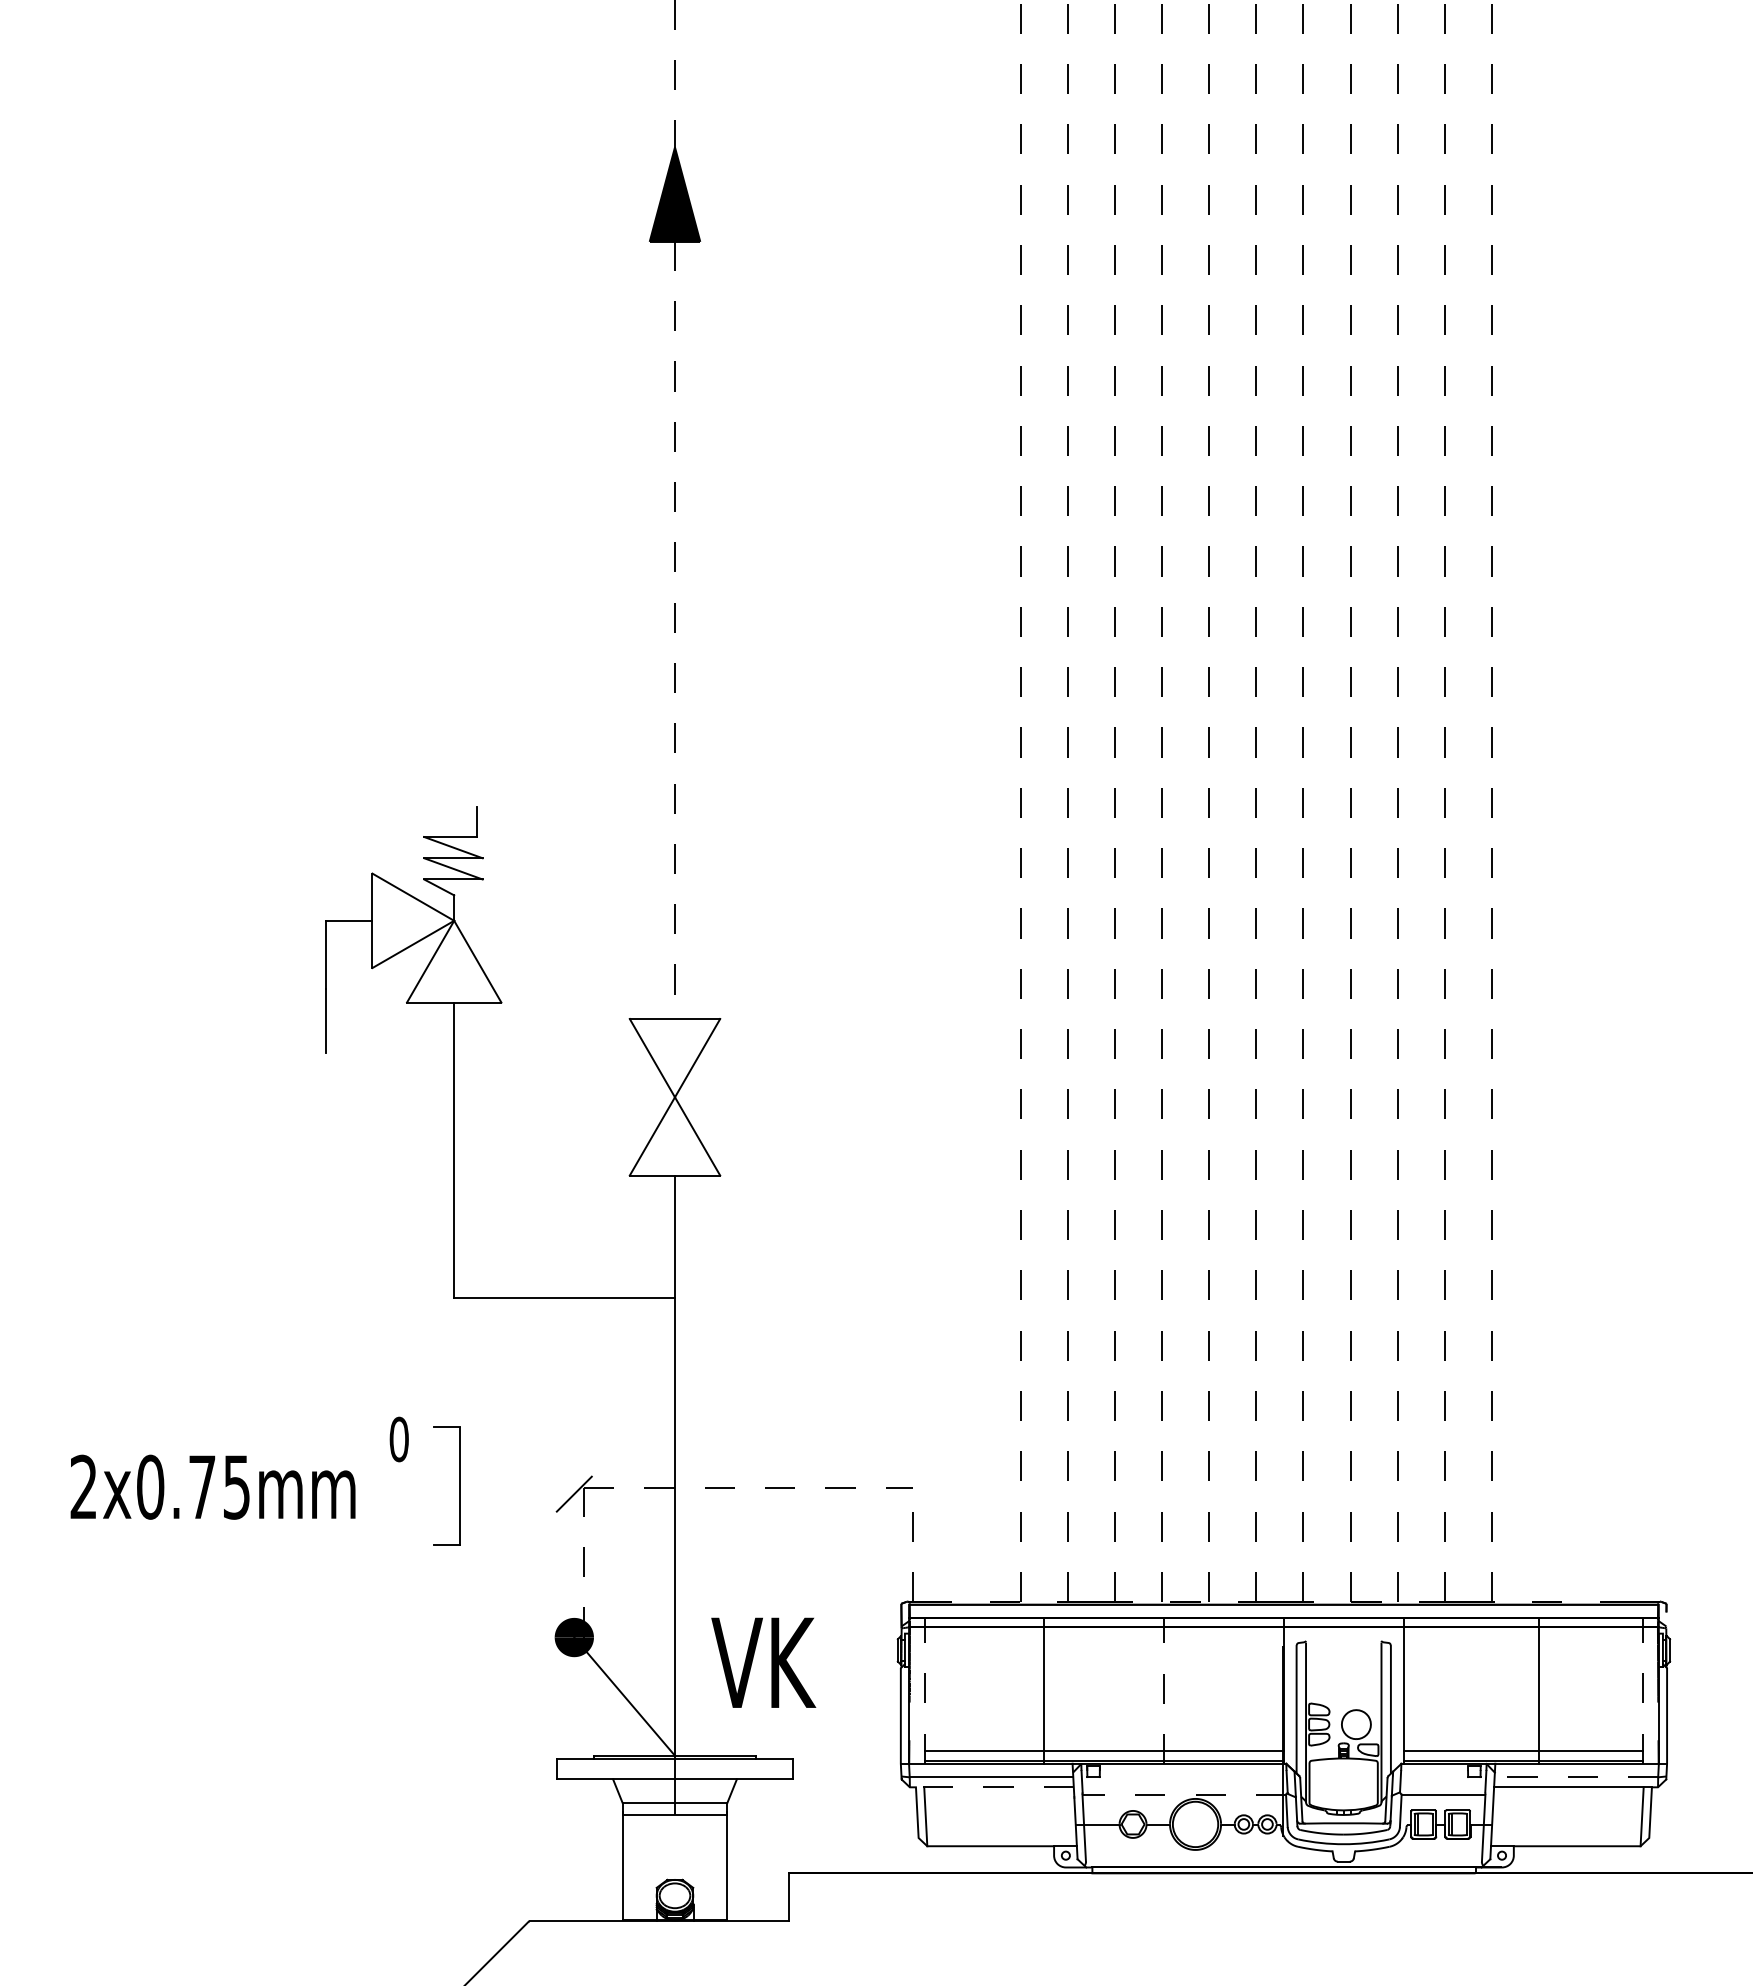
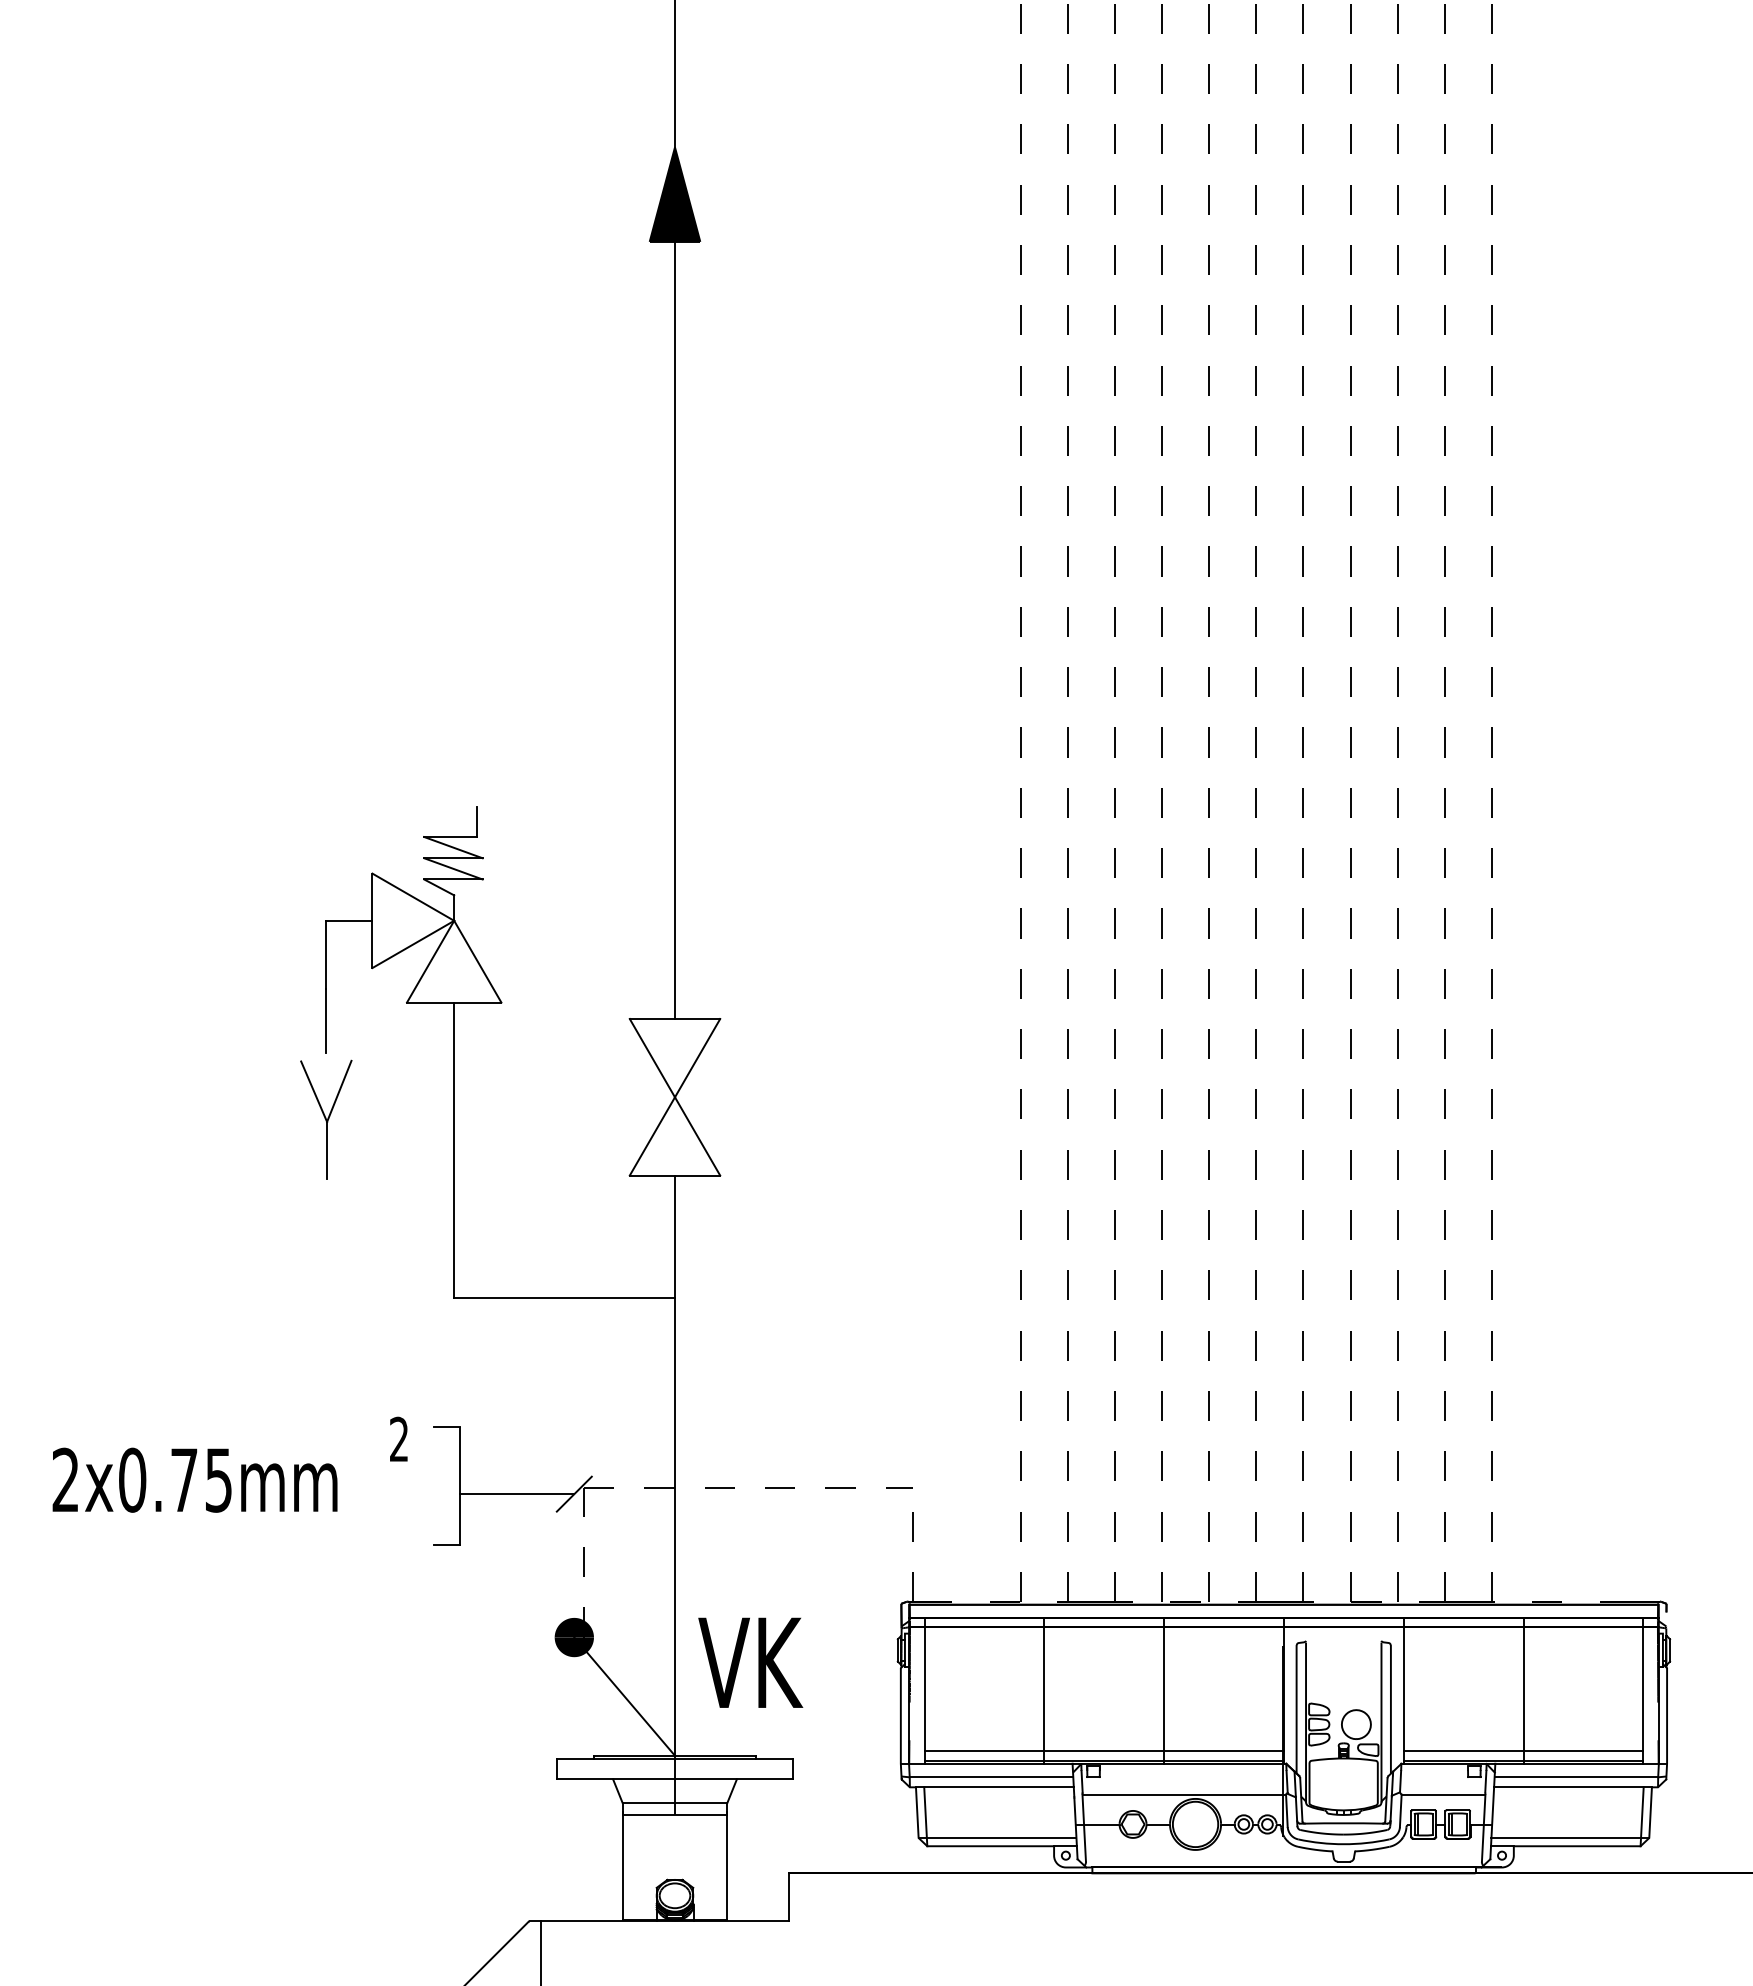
line at (674, 510): dashed -> solid
part at (326, 1119): none -> present
text at (398, 1439): 0 -> 2
text at (212, 1486) position: (212, 1486) -> (194, 1479)
line at (516, 1494): none -> present
text at (763, 1662) position: (763, 1662) -> (750, 1662)
line at (924, 1690): dashed -> solid
line at (1164, 1690): dashed -> solid
line at (1538, 1690) position: (1538, 1690) -> (1523, 1690)
line at (1643, 1690): dashed -> solid
line at (1576, 1777): dashed -> solid
line at (994, 1787): dashed -> solid
line at (1184, 1794): dashed -> solid
line at (997, 1838): none -> present
line at (1570, 1838): none -> present
line at (541, 1951): none -> present
